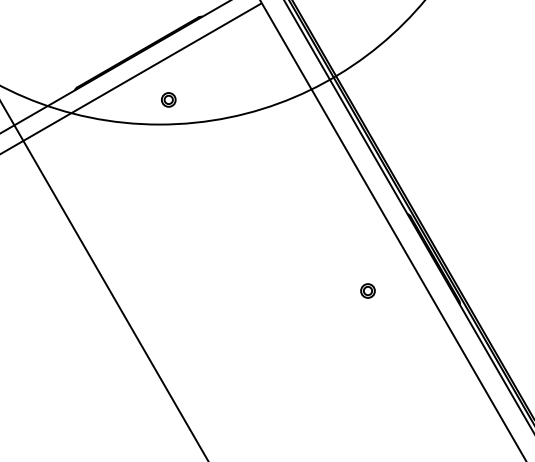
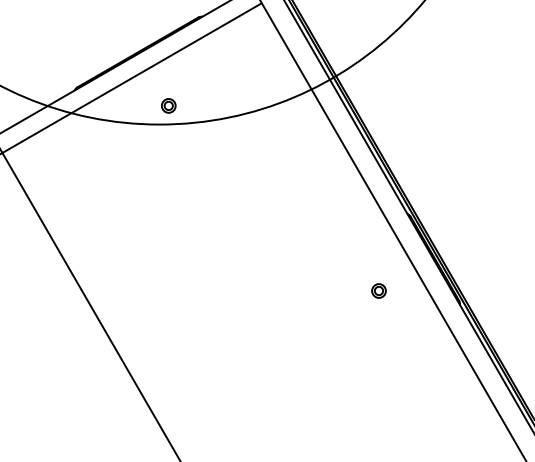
part at (168, 99) position: (168, 99) -> (168, 105)
line at (104, 281) position: (104, 281) -> (90, 305)
part at (367, 290) position: (367, 290) -> (378, 290)
